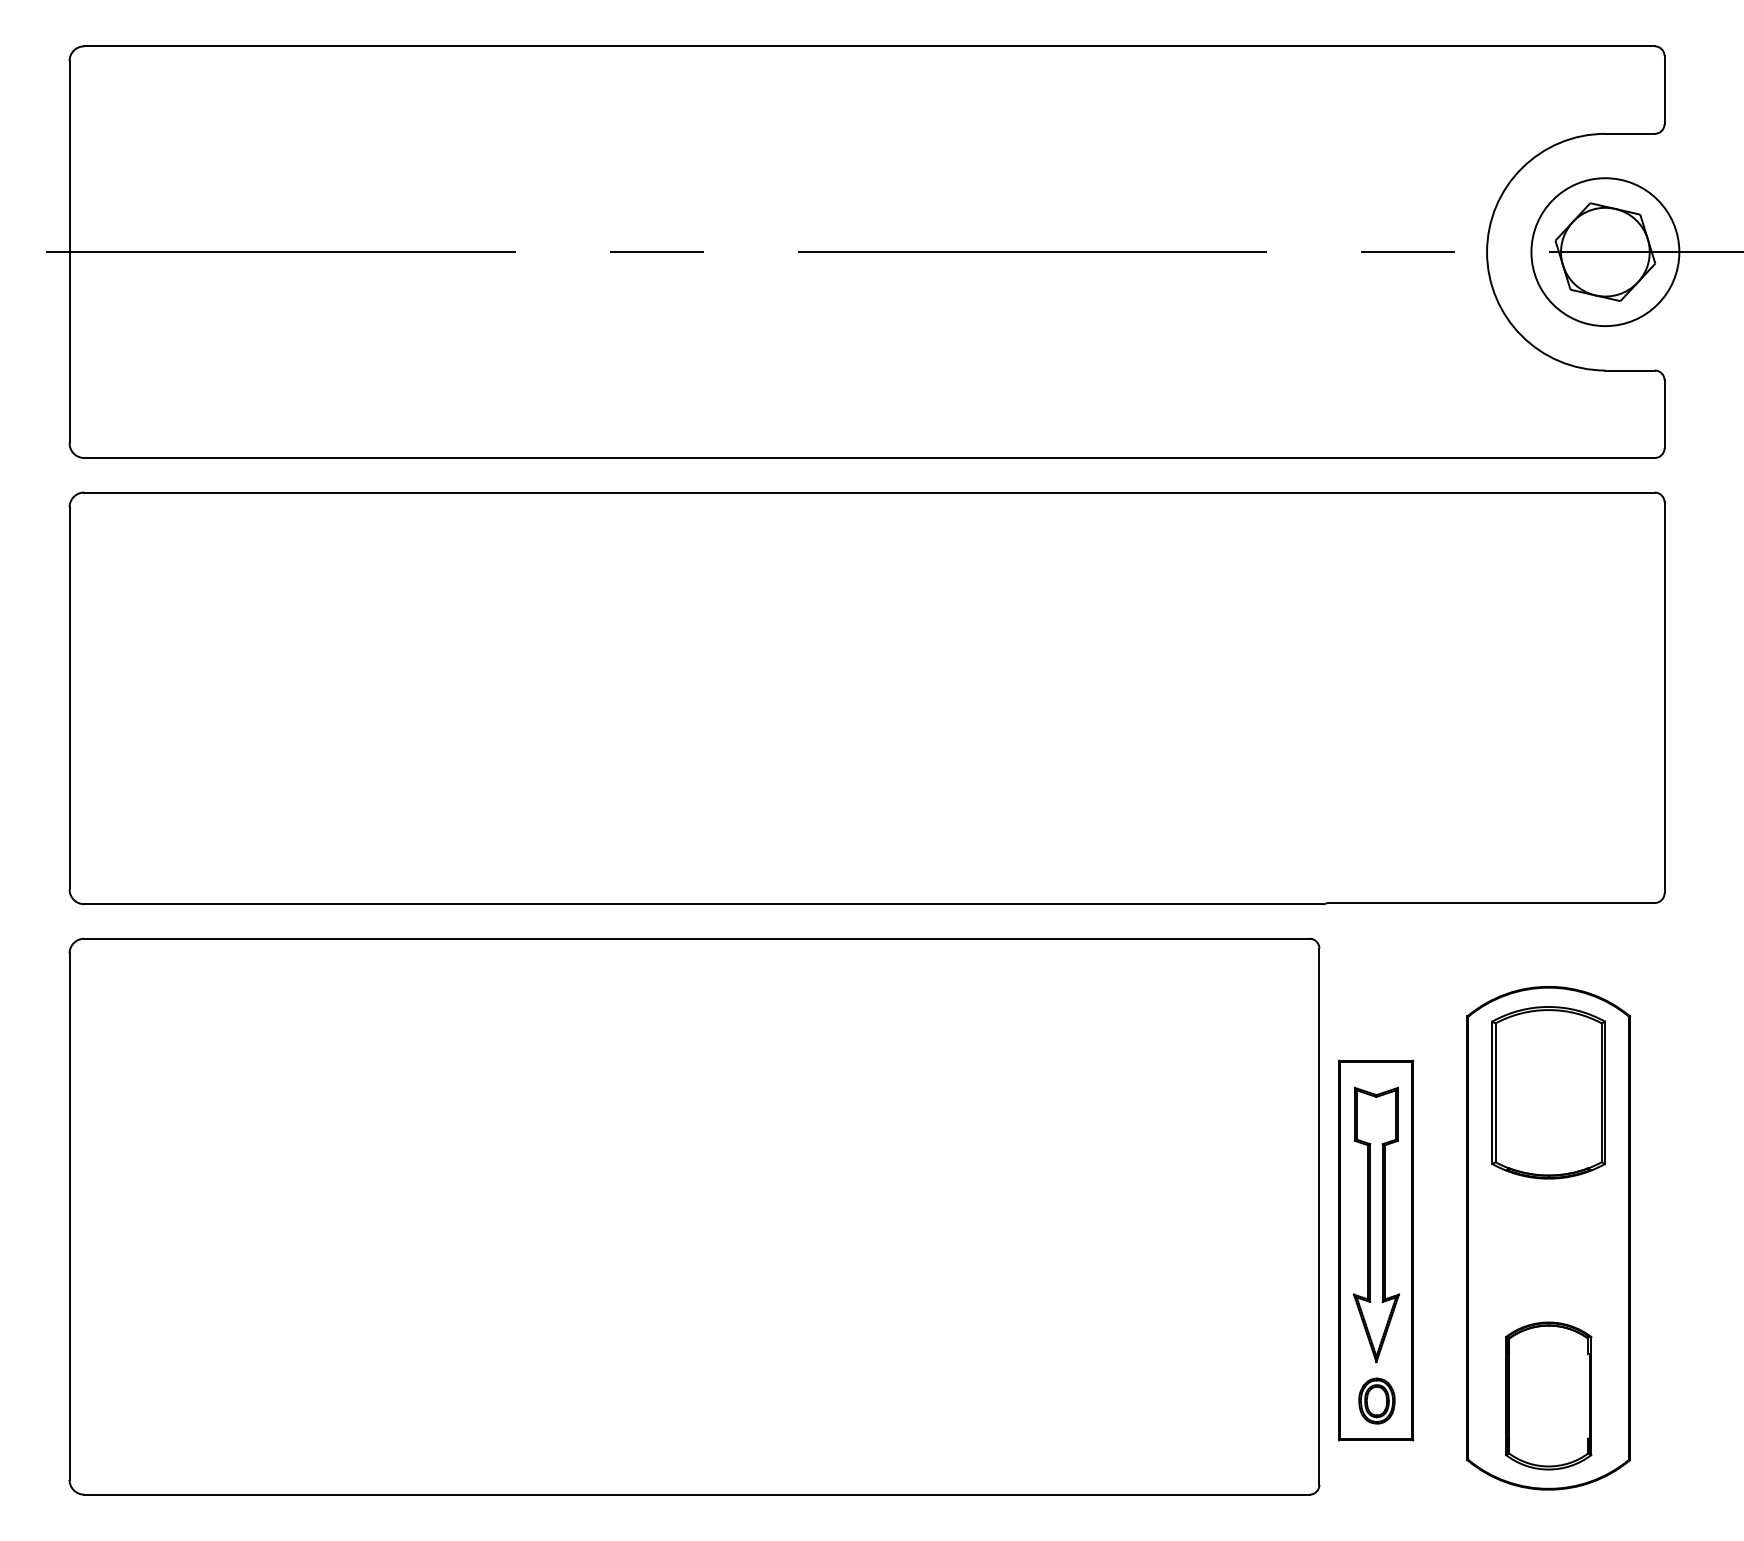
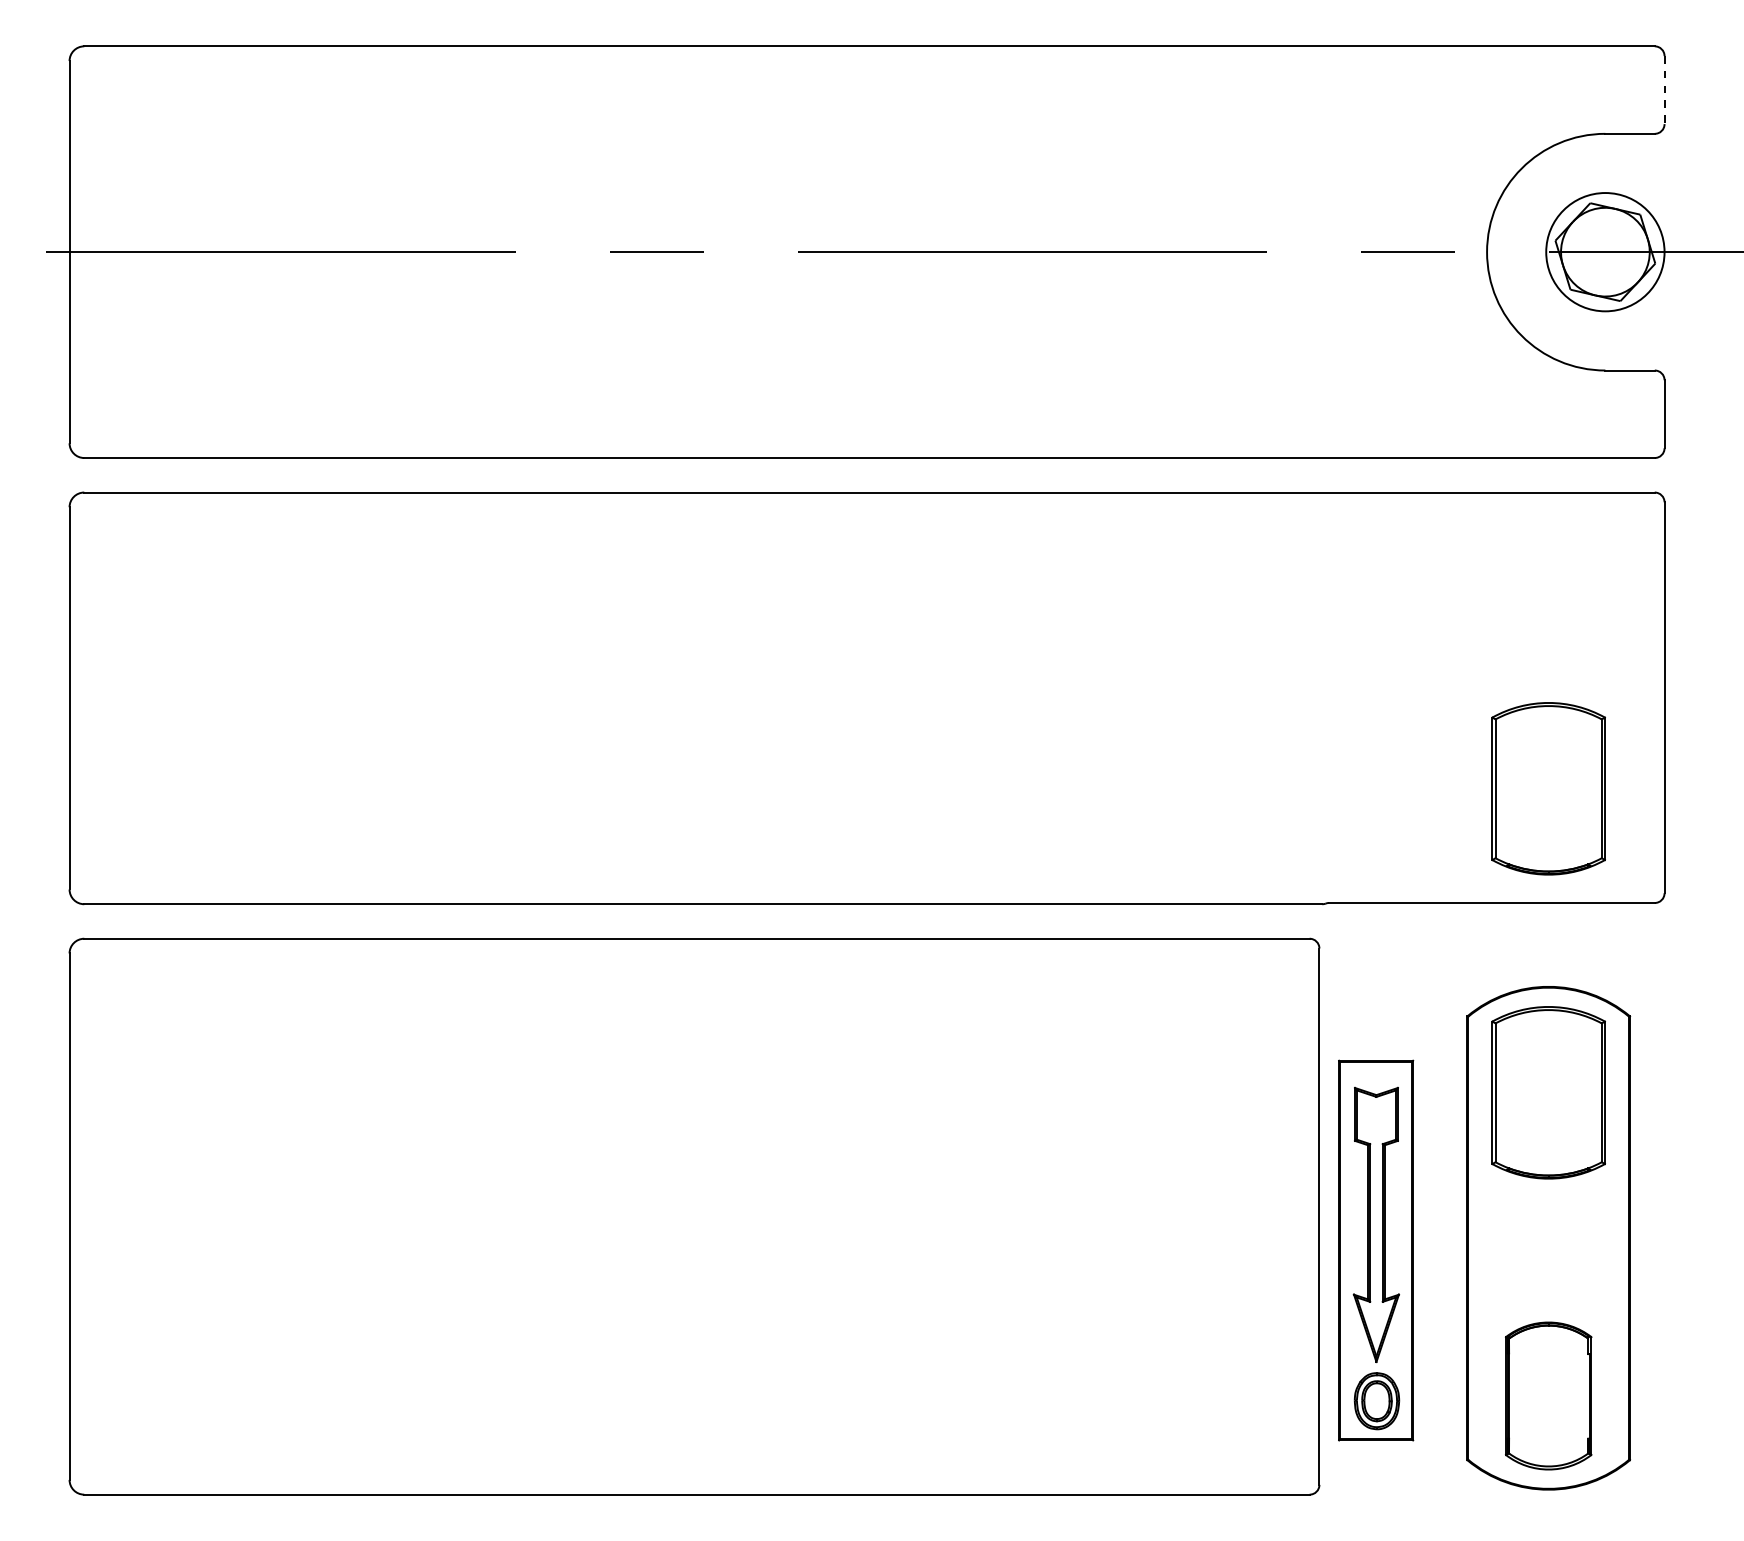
line at (1664, 90): solid -> dashed
circle at (1605, 252) diameter: 148 px -> 118 px
part at (1548, 788): none -> present
part at (1376, 1400) size: 38x48 px -> 48x59 px
